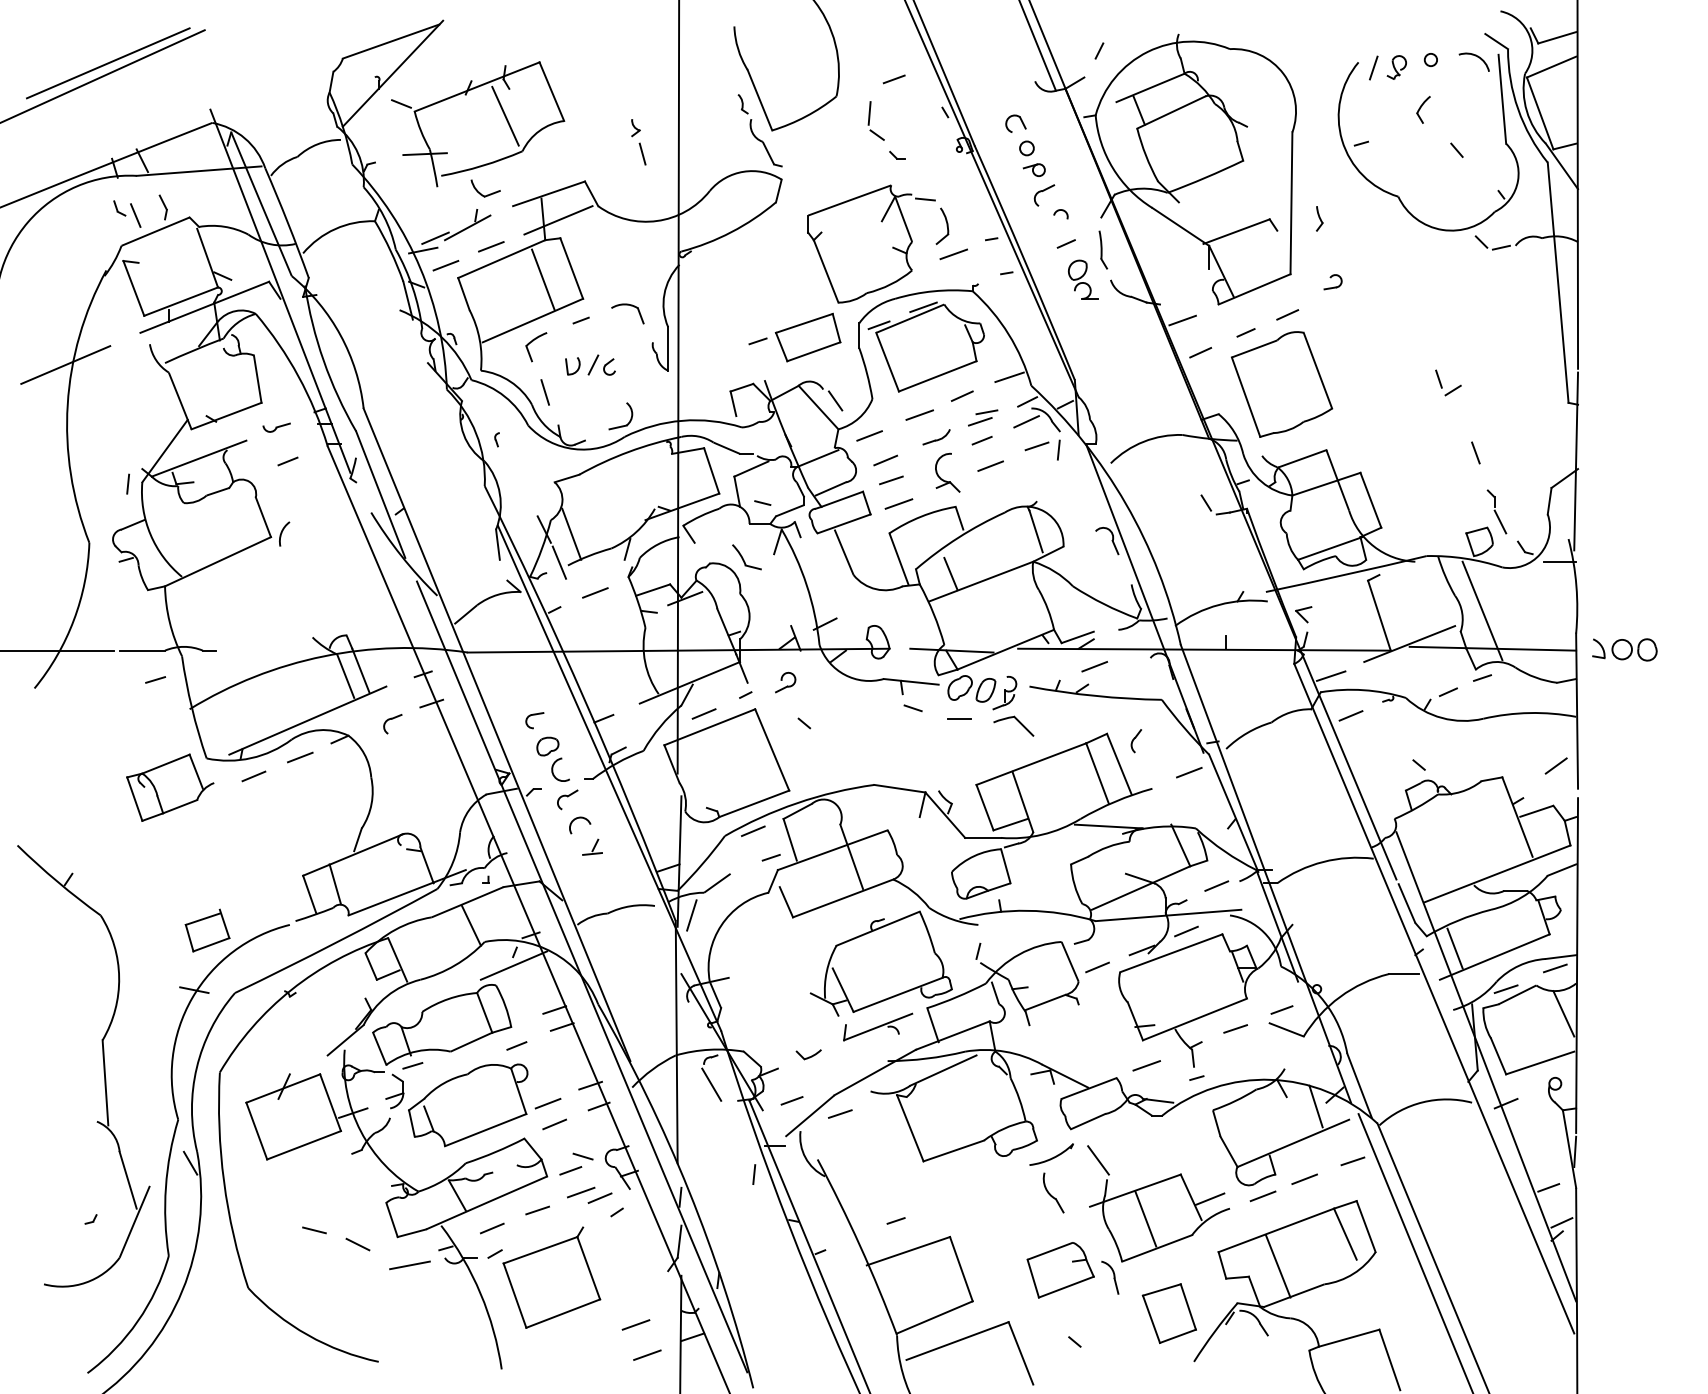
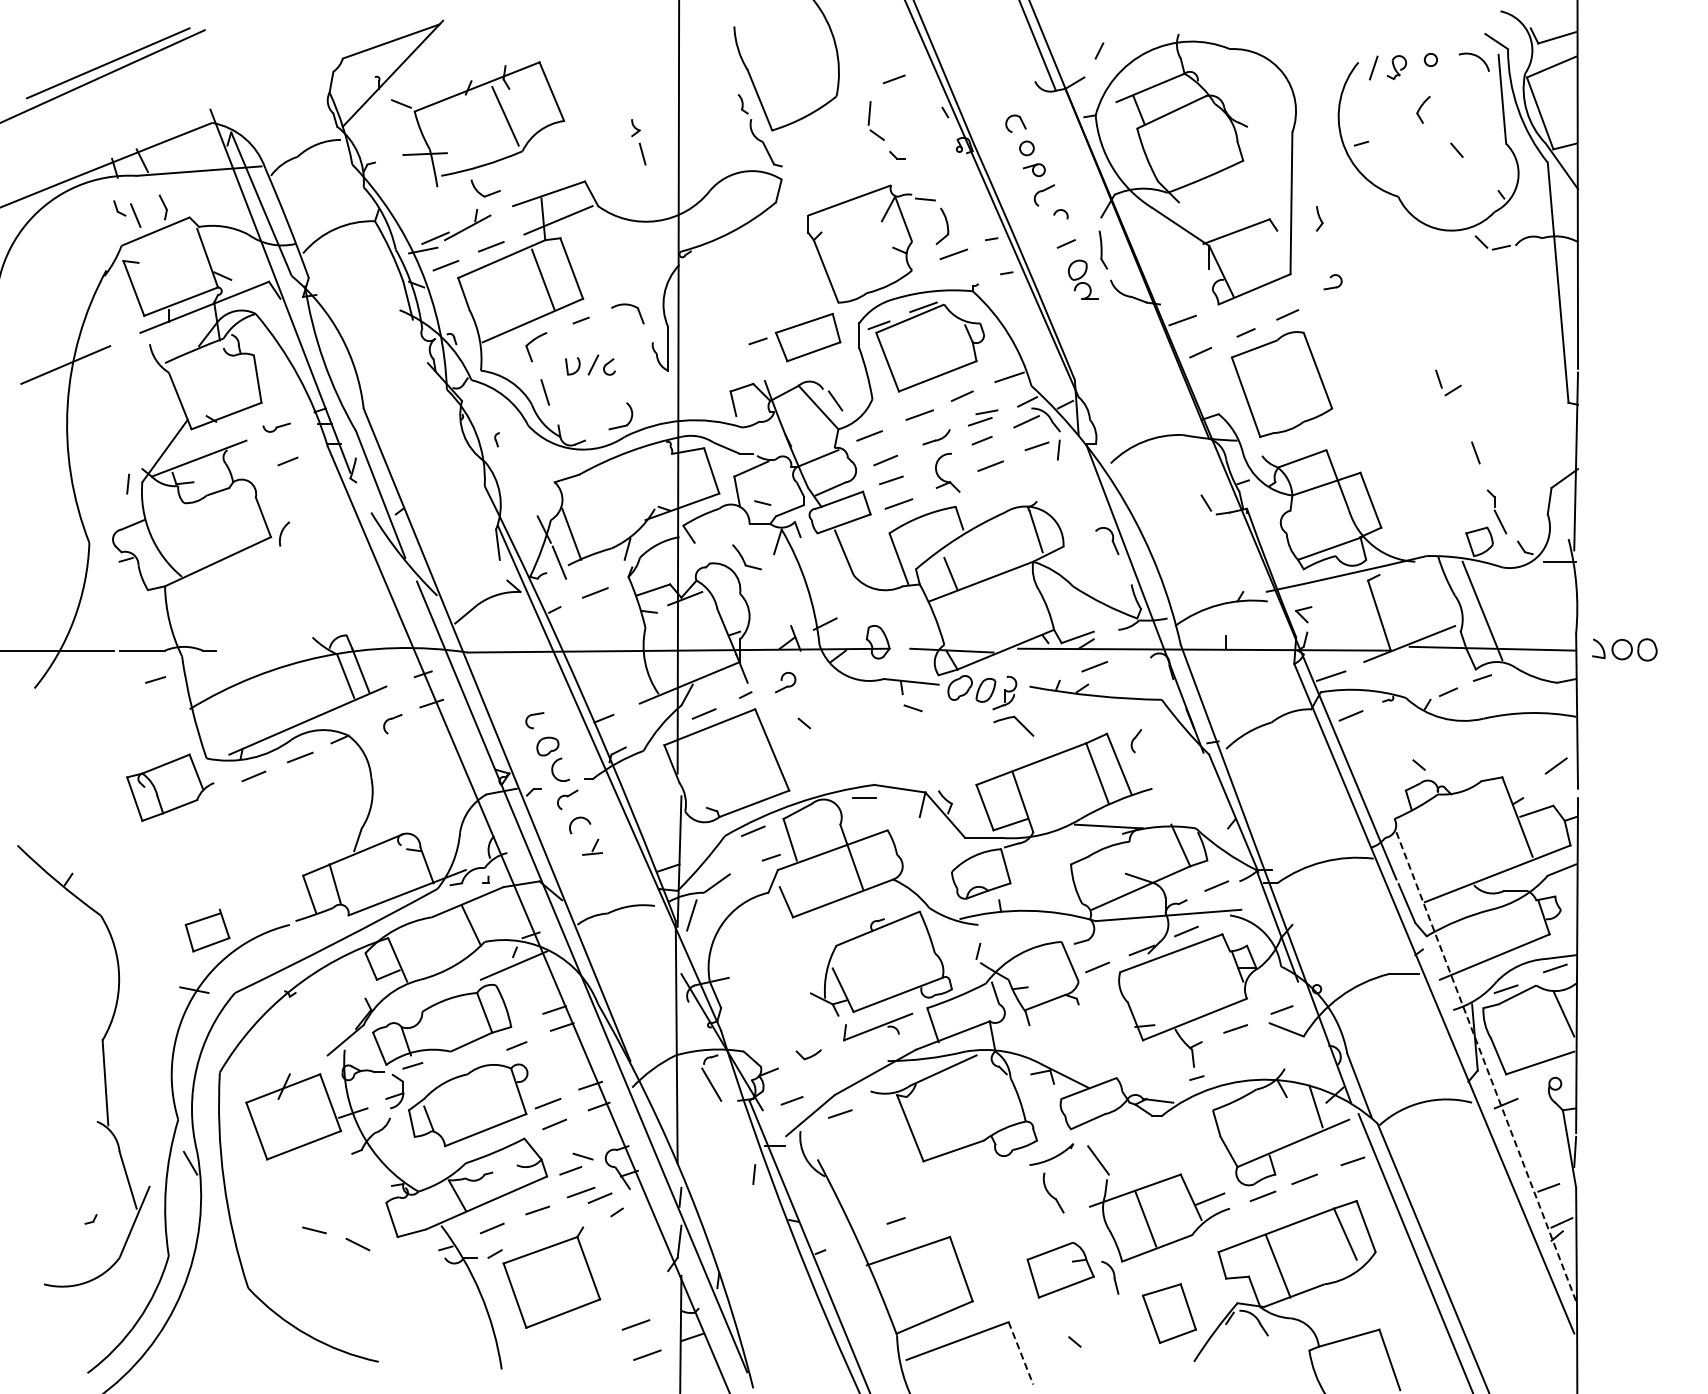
line at (959, 718) position: (959, 718) -> (864, 797)
line at (1189, 772): present -> none
line at (1454, 948): present -> none
line at (1146, 1065): present -> none
line at (1486, 1067): solid -> dashed
line at (409, 1265): present -> none
line at (1020, 1353): solid -> dashed
